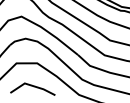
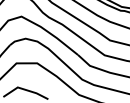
line at (33, 87) position: (33, 87) -> (26, 91)
